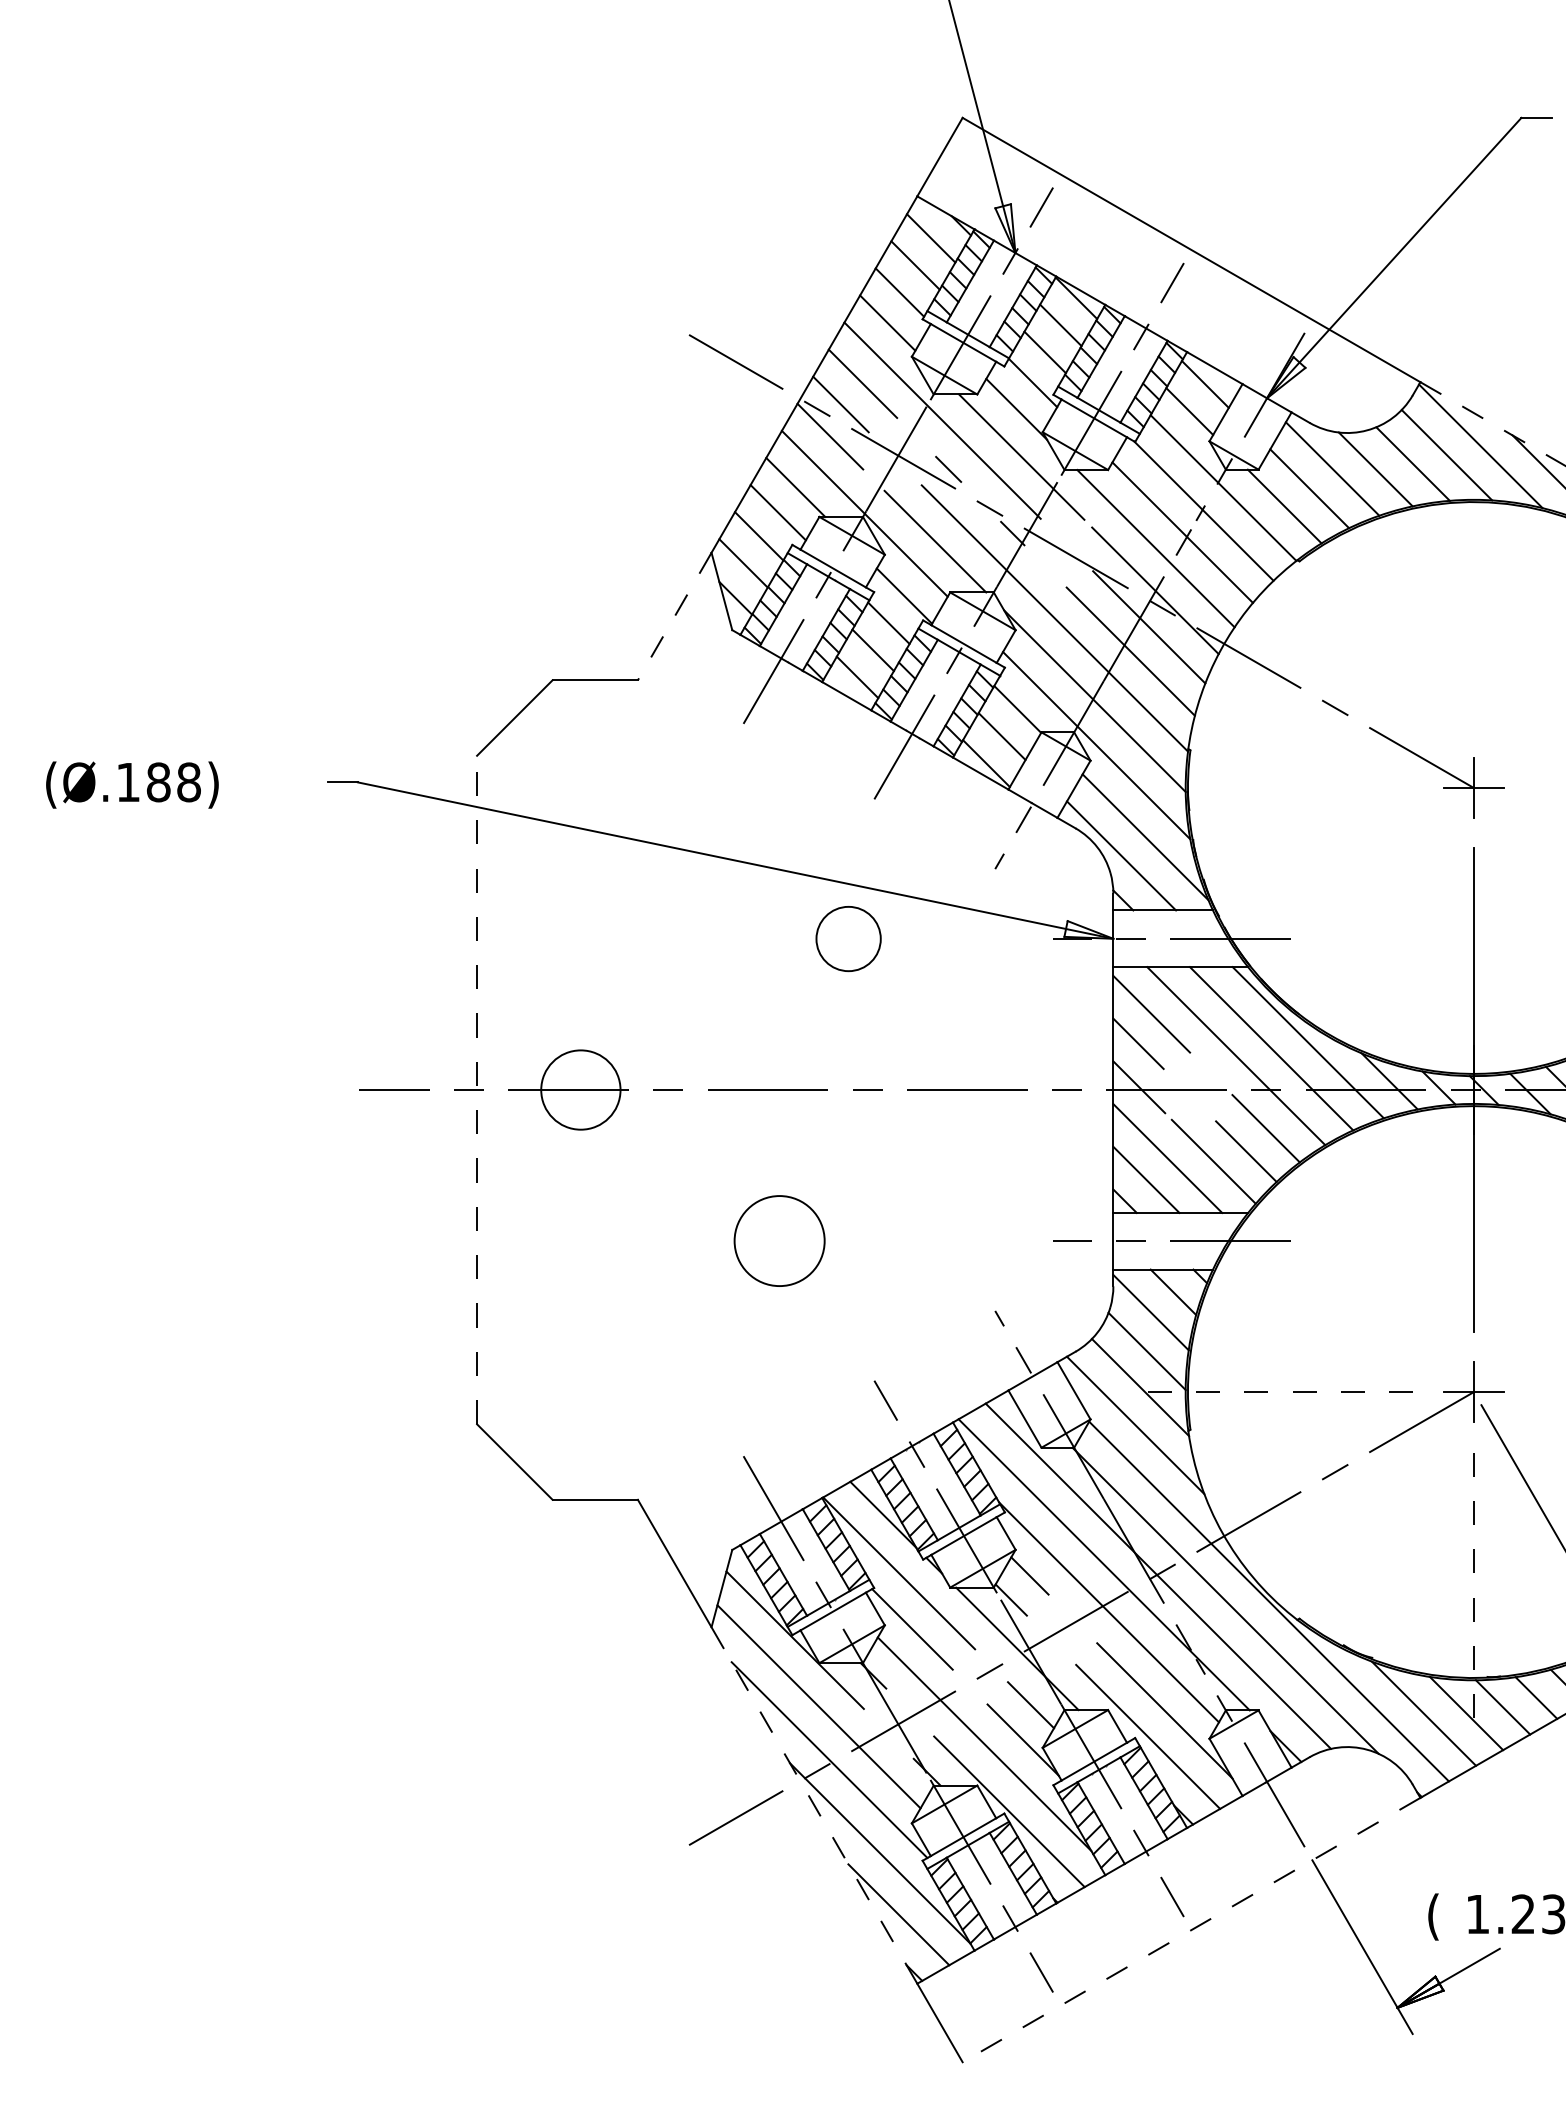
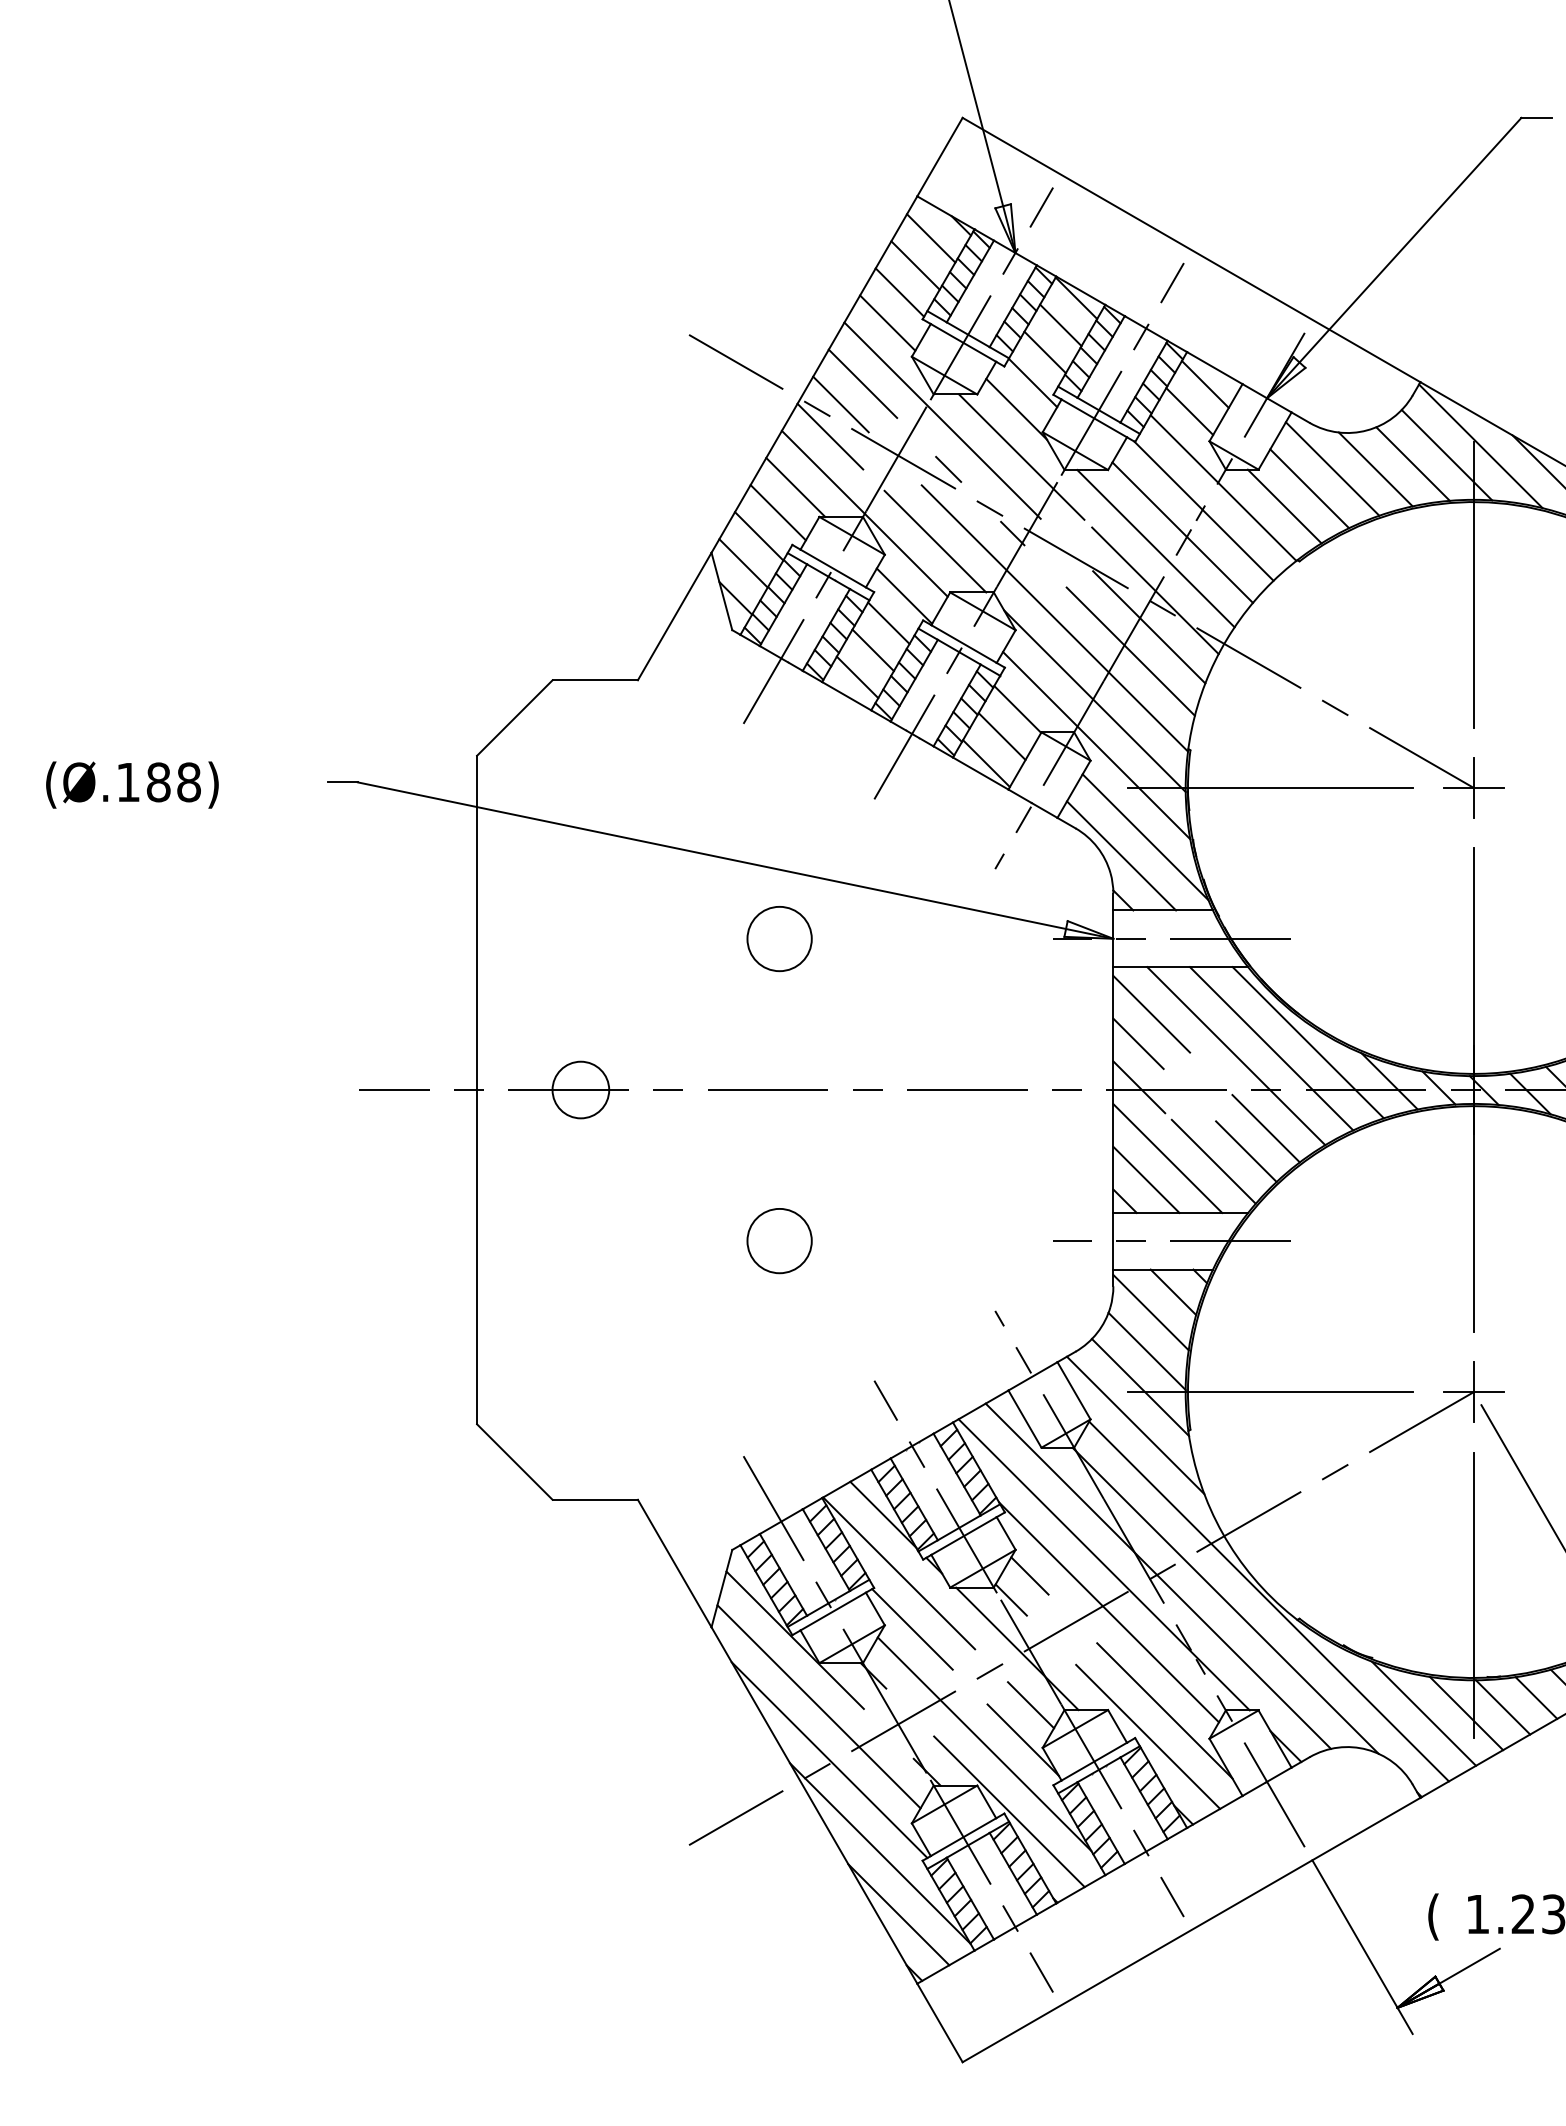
line at (1493, 424): dashed -> solid
line at (1473, 584): none -> present
line at (674, 616): dashed -> solid
line at (1270, 787): none -> present
circle at (848, 939) position: (848, 939) -> (779, 939)
line at (477, 1089): dashed -> solid
circle at (580, 1089) diameter: 79 px -> 57 px
circle at (779, 1241) diameter: 90 px -> 64 px
line at (1270, 1392): dashed -> solid
line at (1473, 1595): dashed -> solid
line at (814, 1805): dashed -> solid
line at (1191, 1930): dashed -> solid
